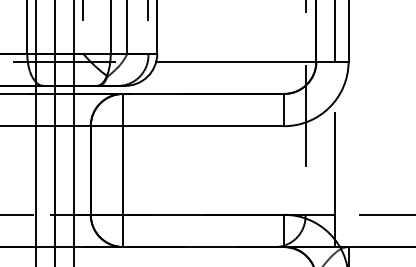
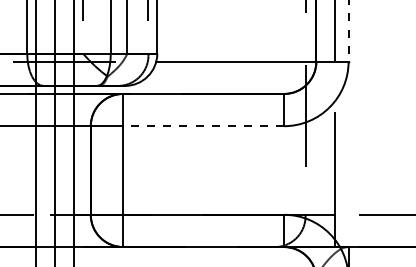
line at (348, 31): solid -> dashed
line at (203, 126): solid -> dashed
